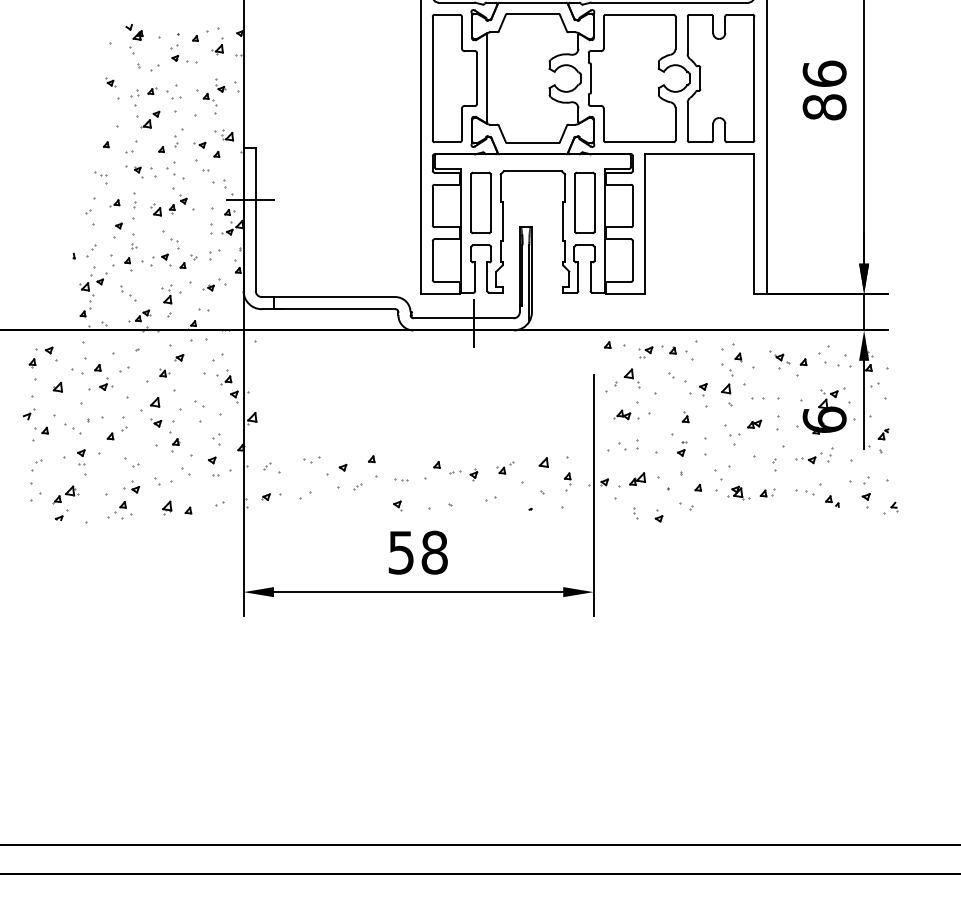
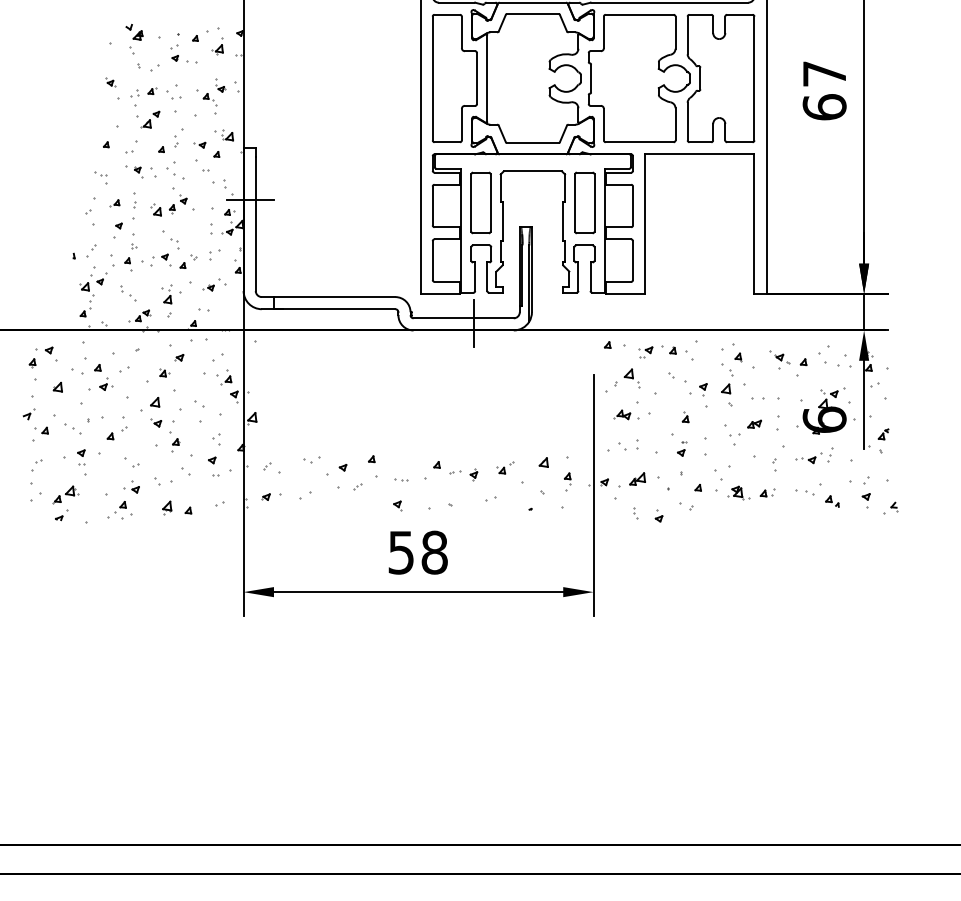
text at (824, 90): 86 -> 67
